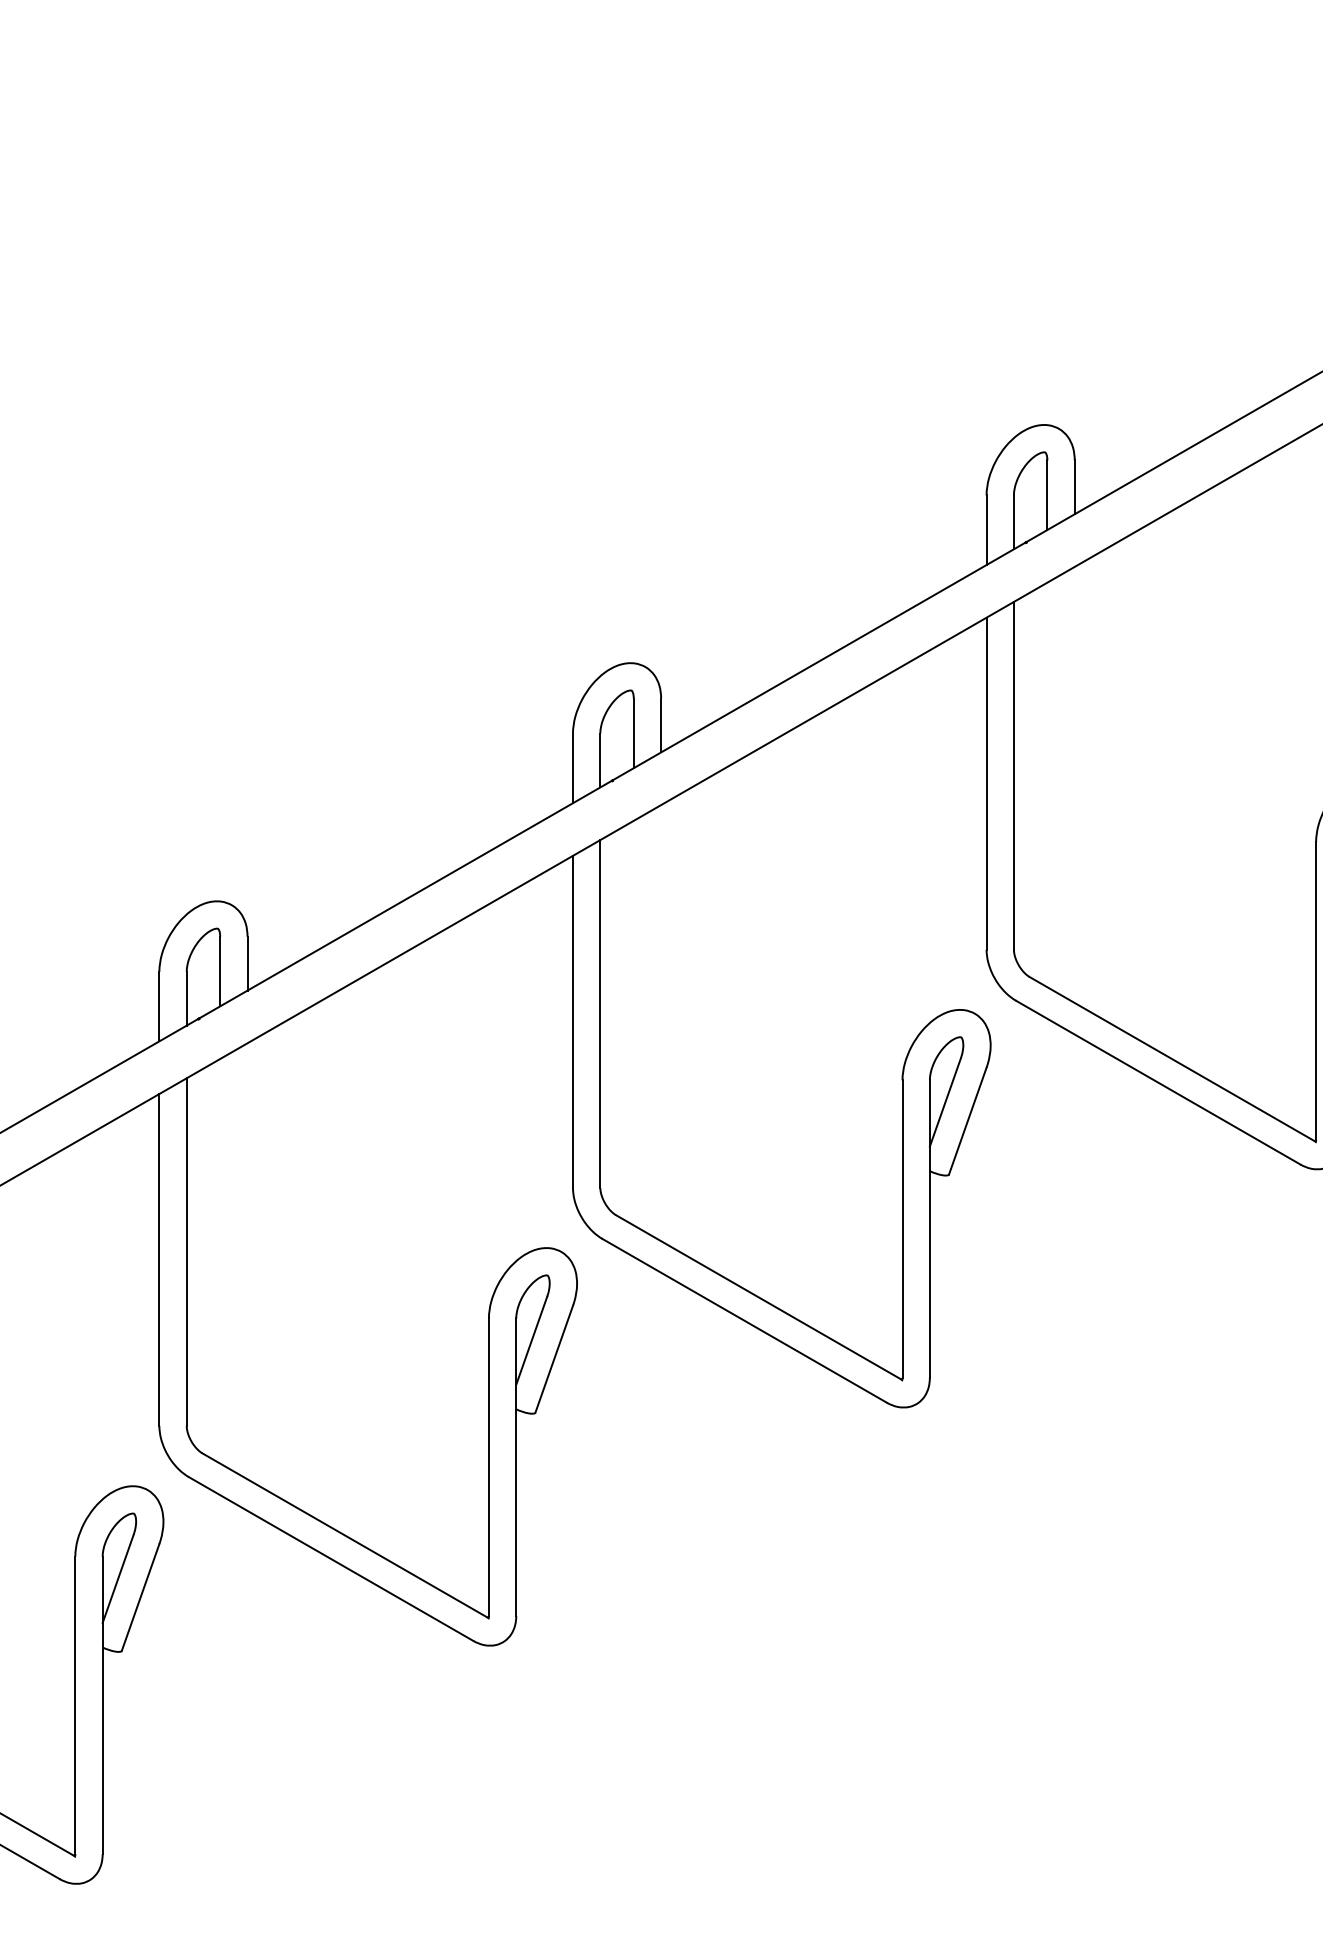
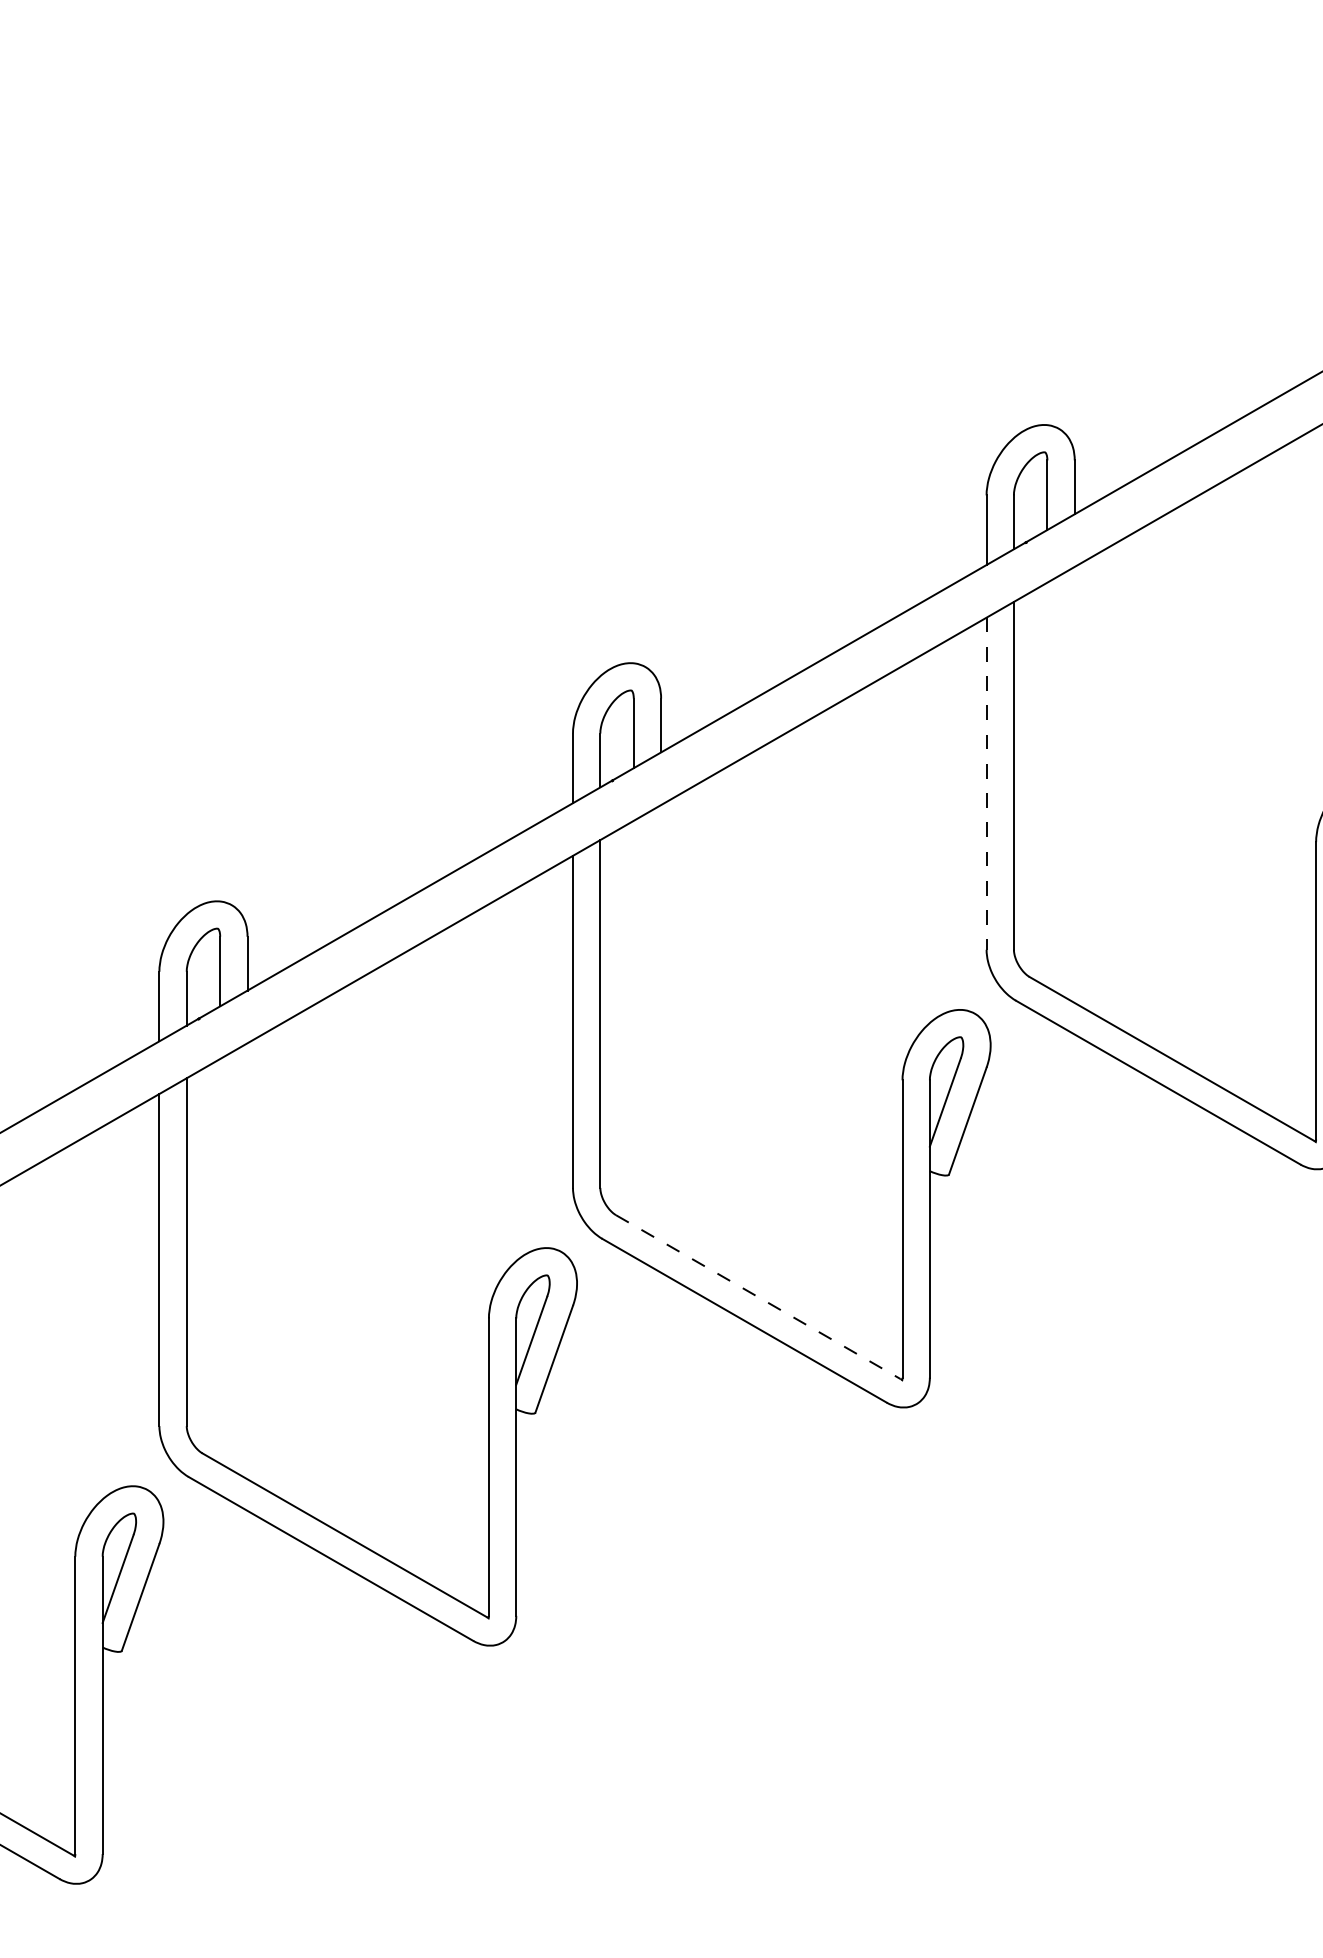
line at (986, 784): solid -> dashed
line at (758, 1297): solid -> dashed
